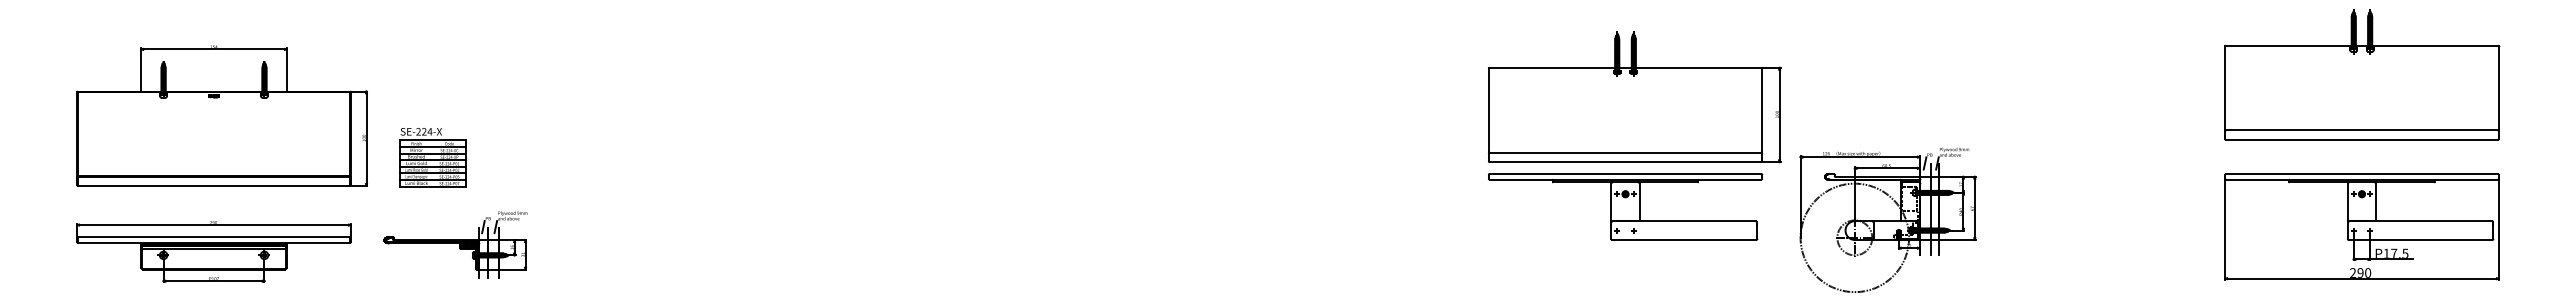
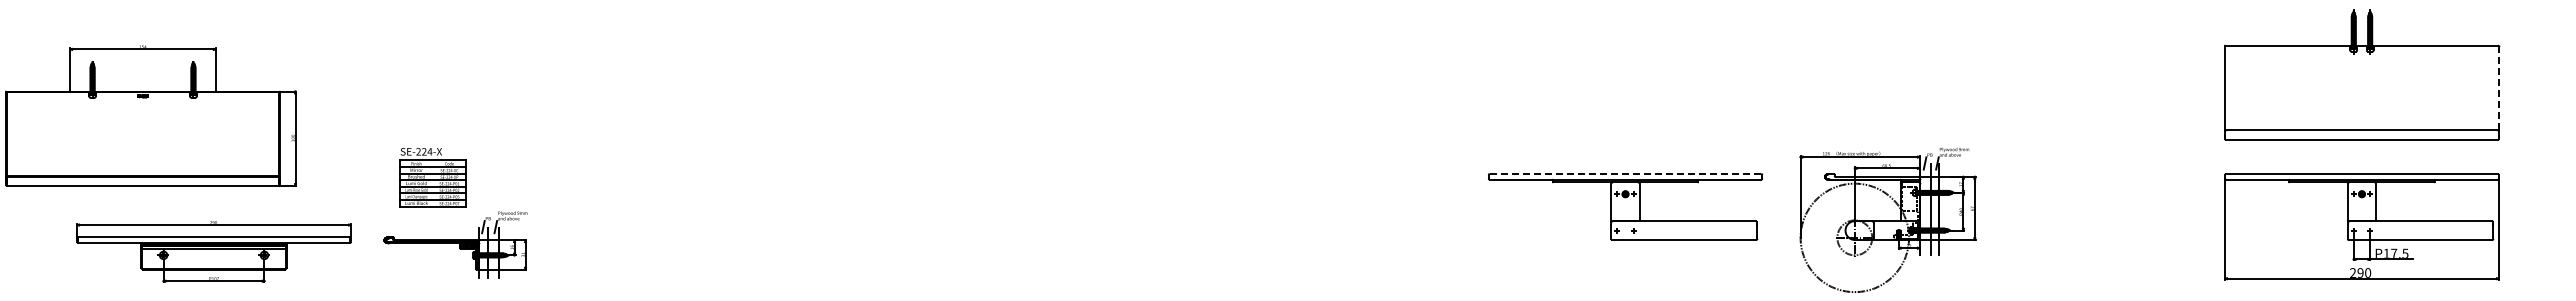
line at (2498, 87): solid -> dashed
part at (1634, 97): present -> none
part at (221, 115) position: (221, 115) -> (150, 115)
part at (432, 157) position: (432, 157) -> (432, 177)
line at (1625, 173): solid -> dashed
